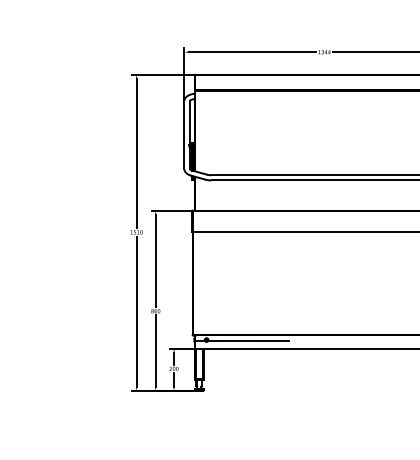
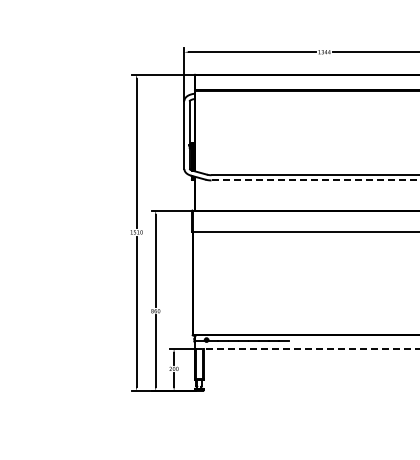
line at (315, 180): solid -> dashed
line at (308, 348): solid -> dashed
